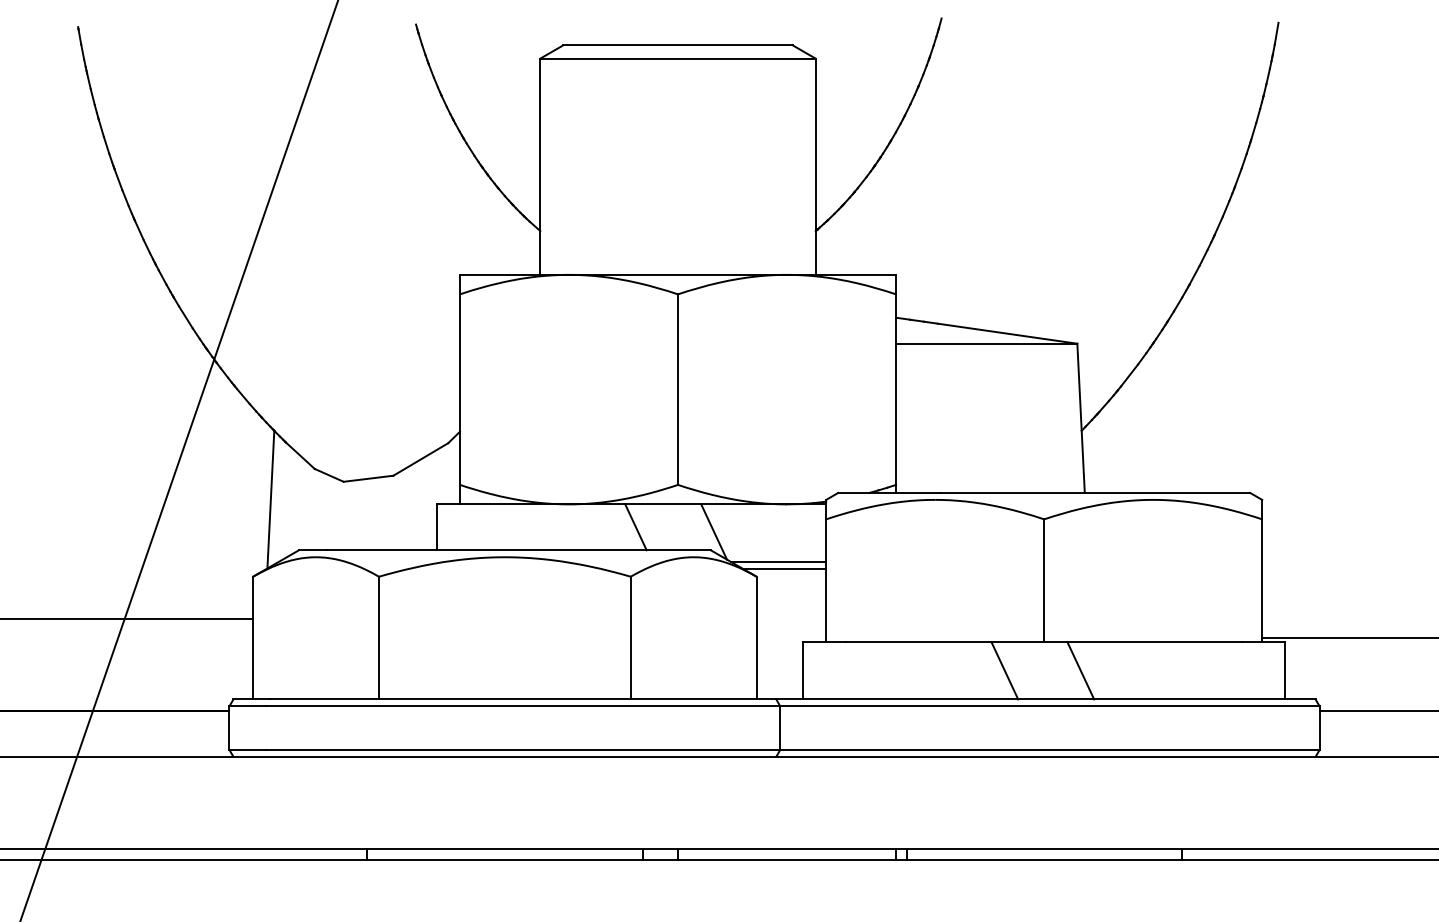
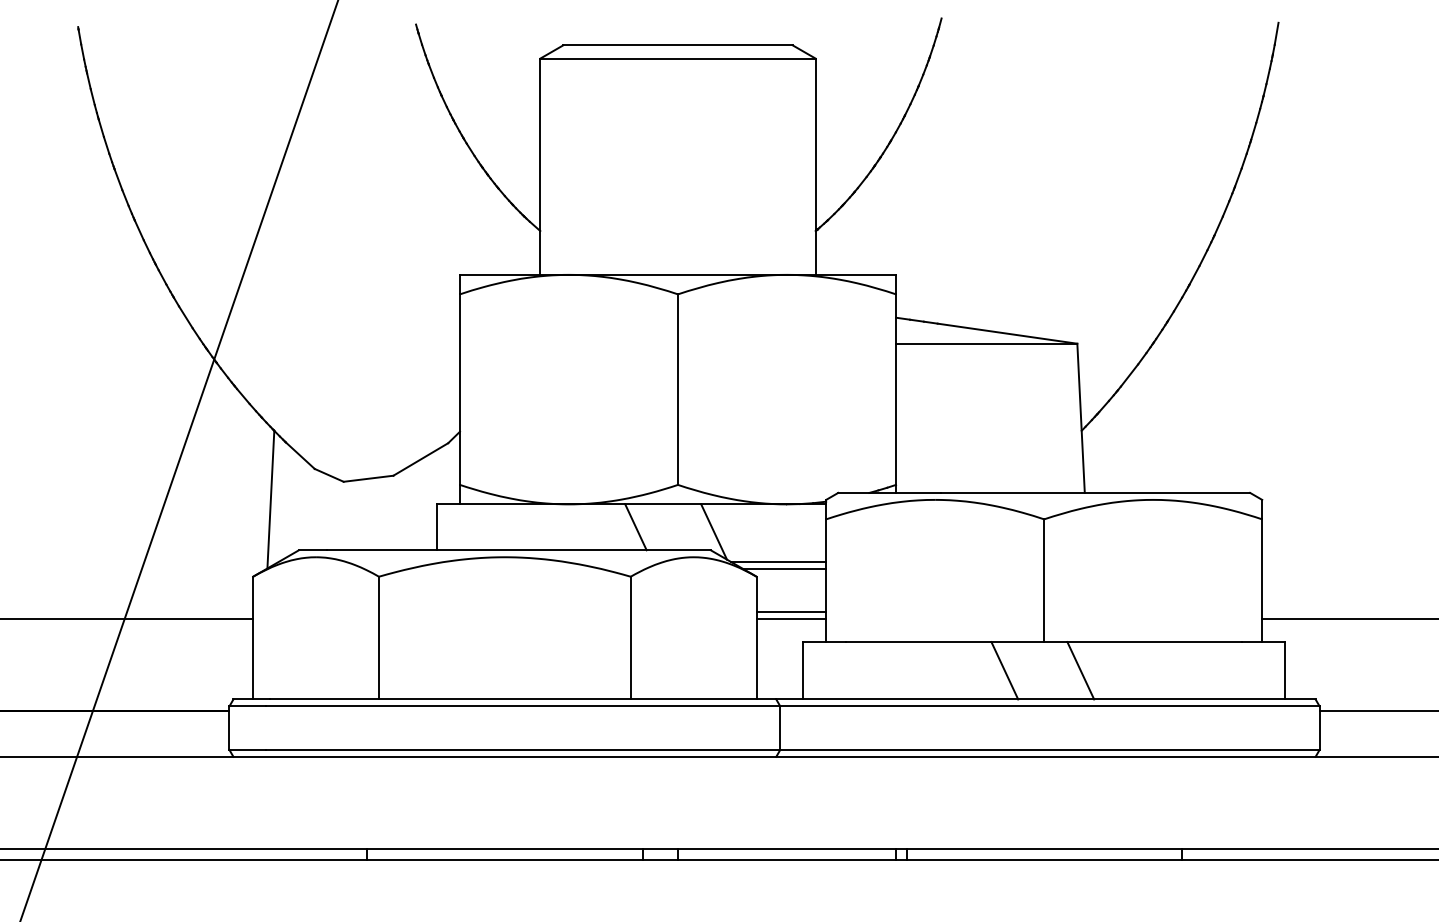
line at (791, 612): none -> present
line at (791, 619): none -> present
line at (1348, 638) position: (1348, 638) -> (1348, 619)
